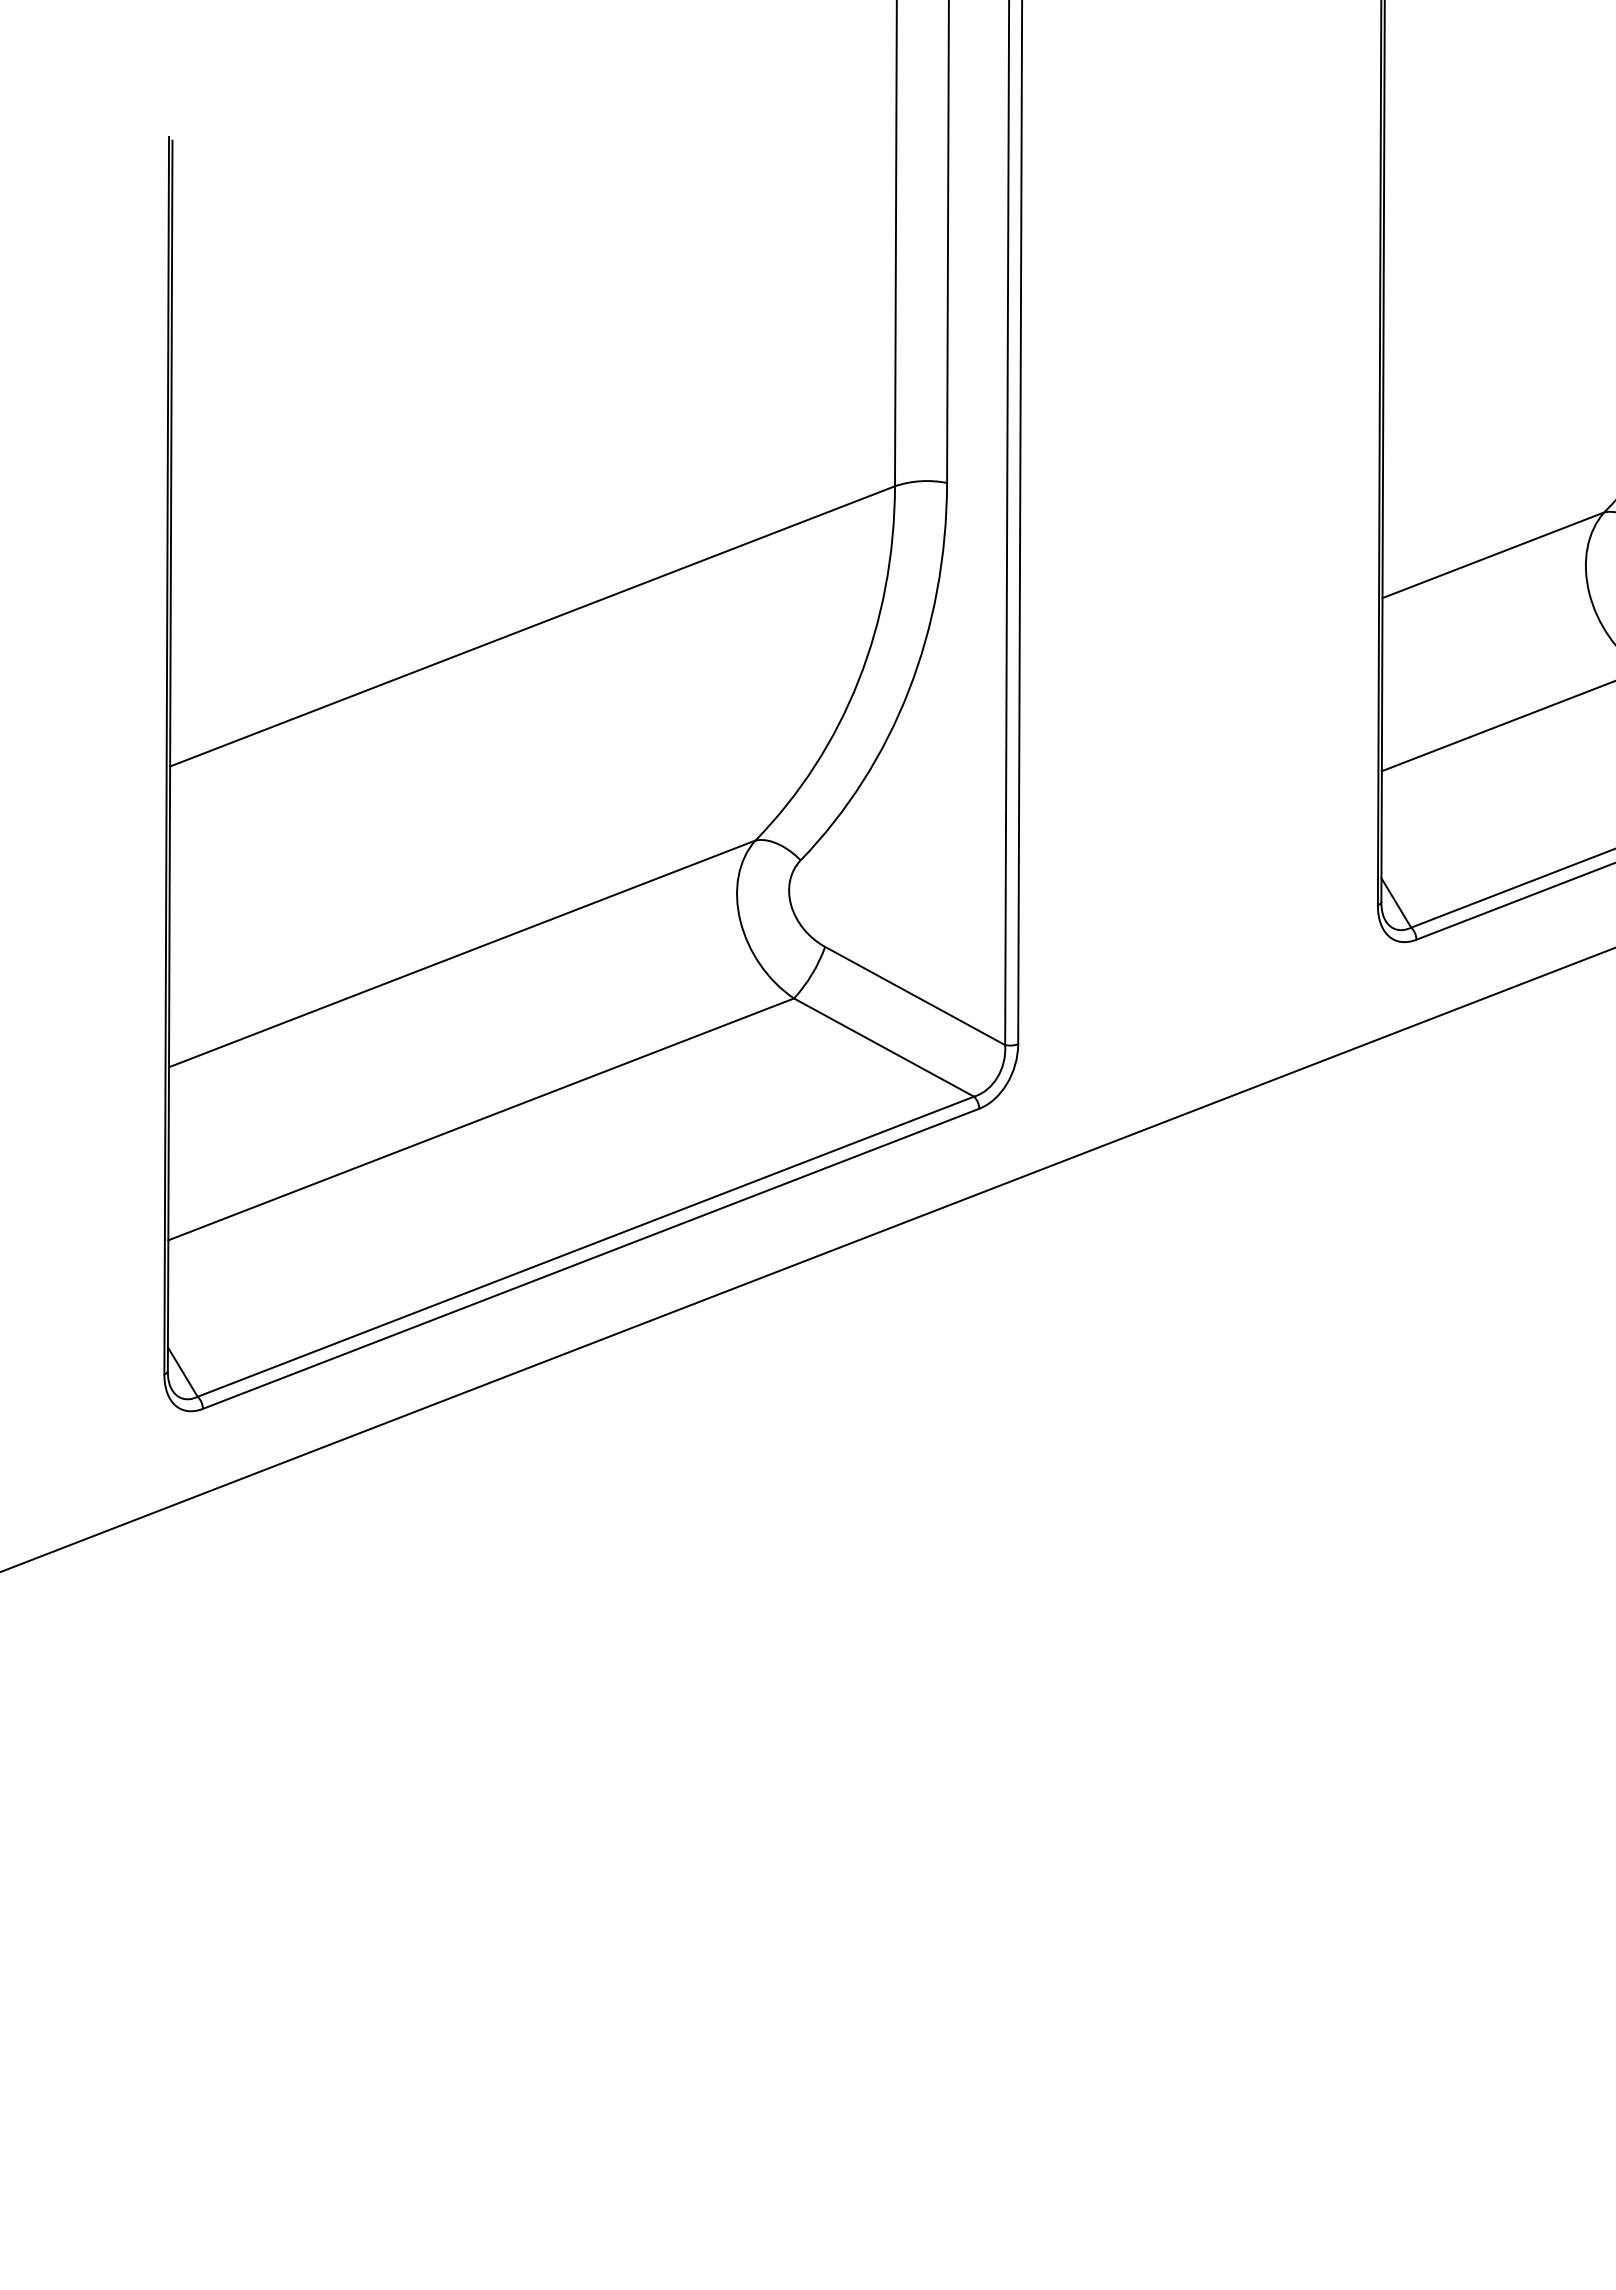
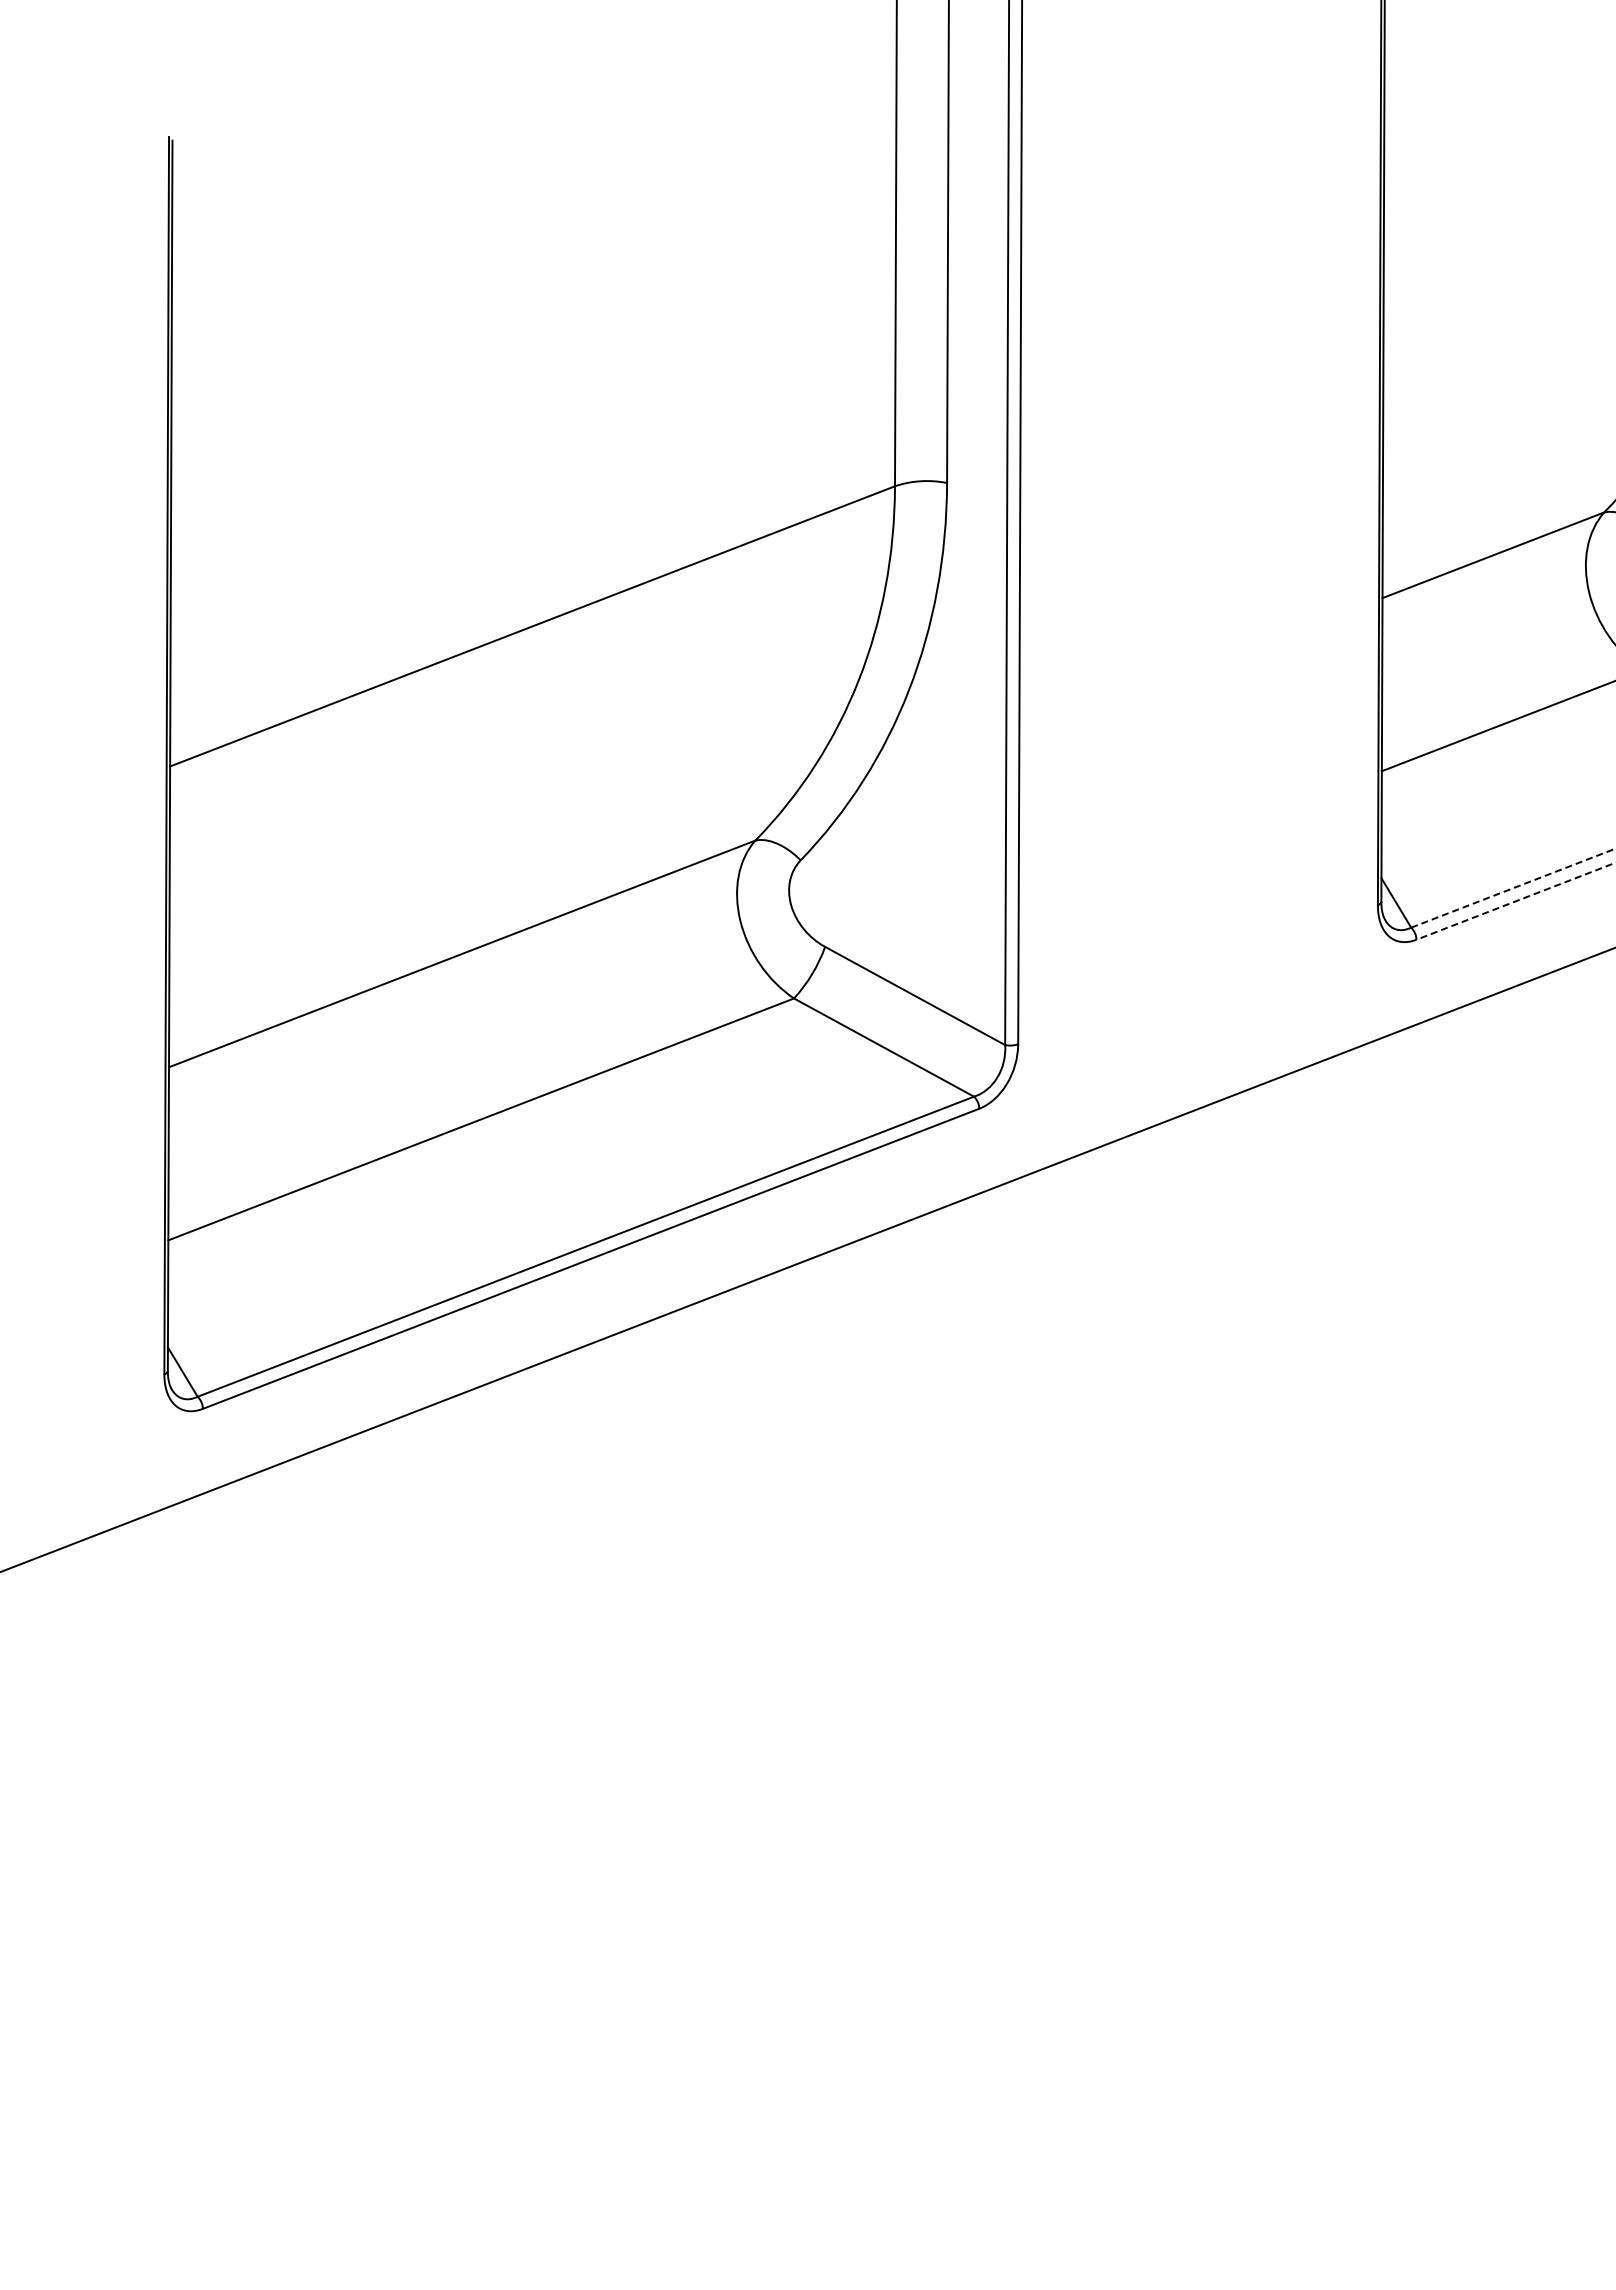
line at (1513, 888): solid -> dashed
line at (1516, 901): solid -> dashed
